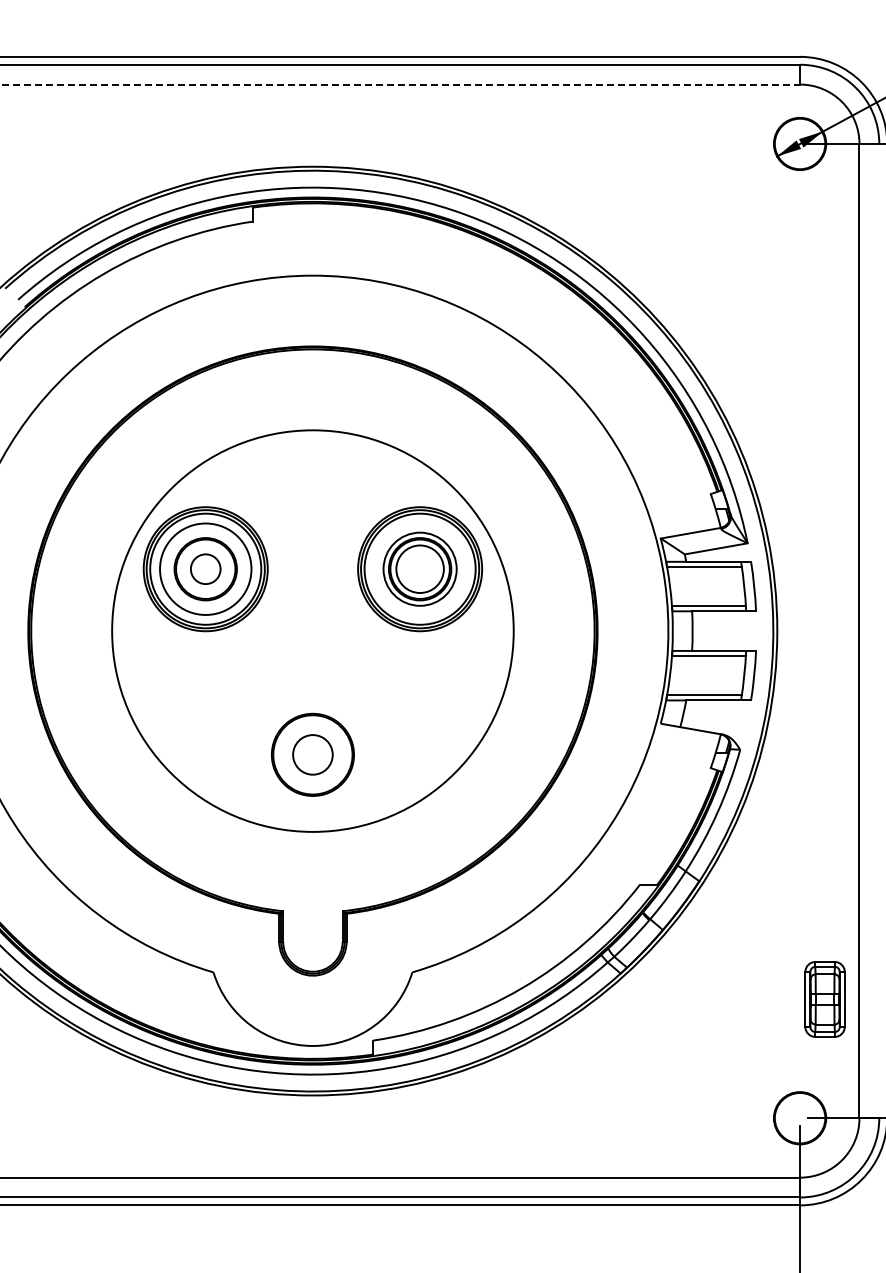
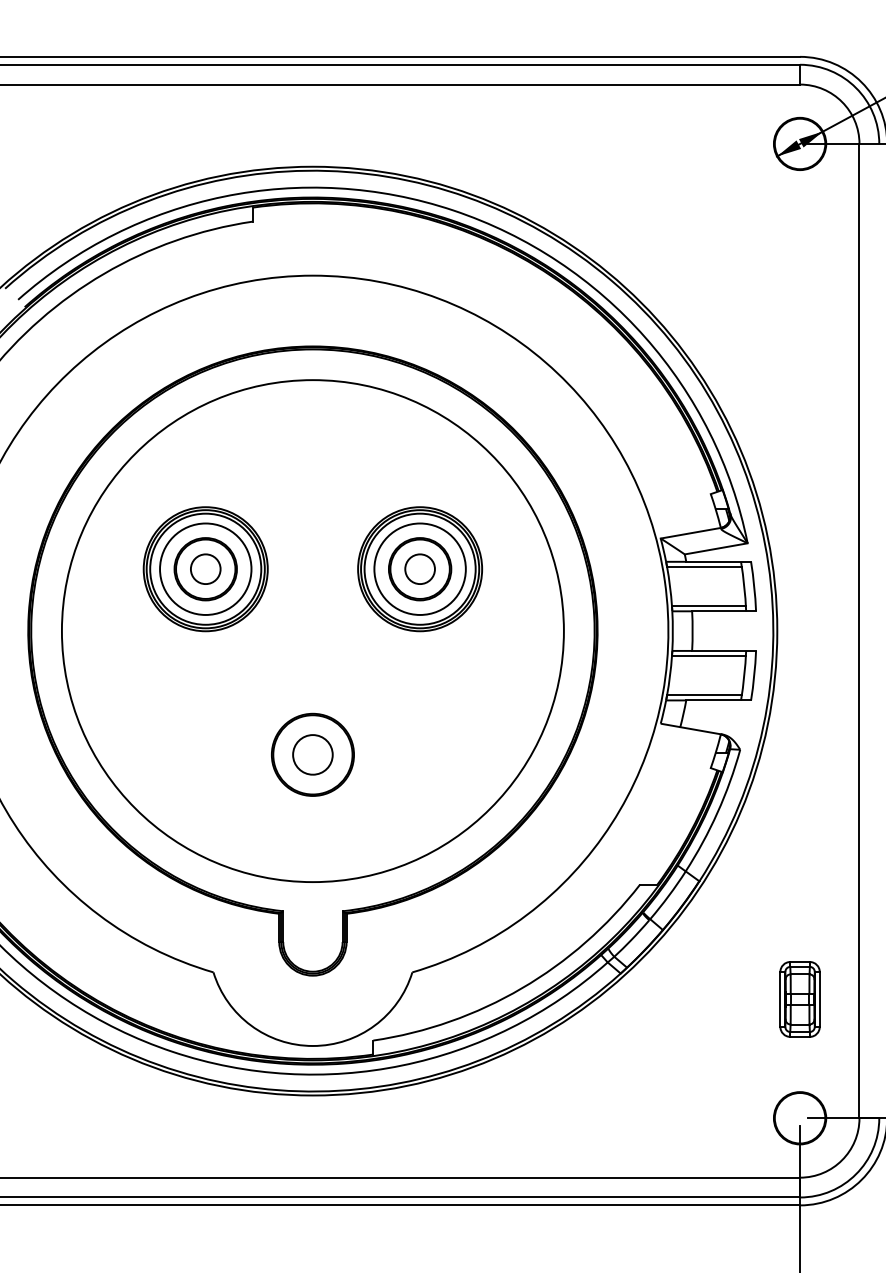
line at (400, 84): dashed -> solid
circle at (419, 568) diameter: 73 px -> 91 px
circle at (419, 569) diameter: 48 px -> 30 px
circle at (312, 630) diameter: 402 px -> 502 px
part at (824, 999) position: (824, 999) -> (799, 999)
